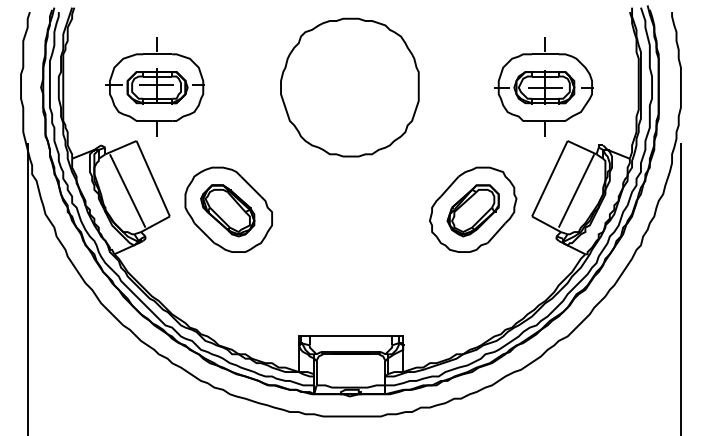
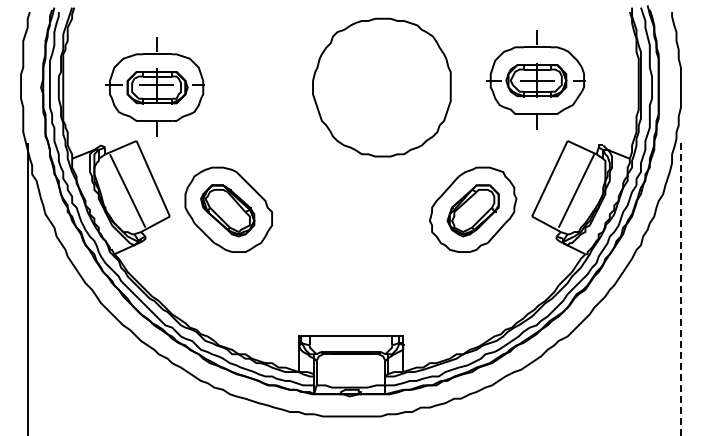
part at (543, 86) position: (543, 86) -> (535, 79)
part at (349, 87) position: (349, 87) -> (381, 87)
line at (680, 289): solid -> dashed
